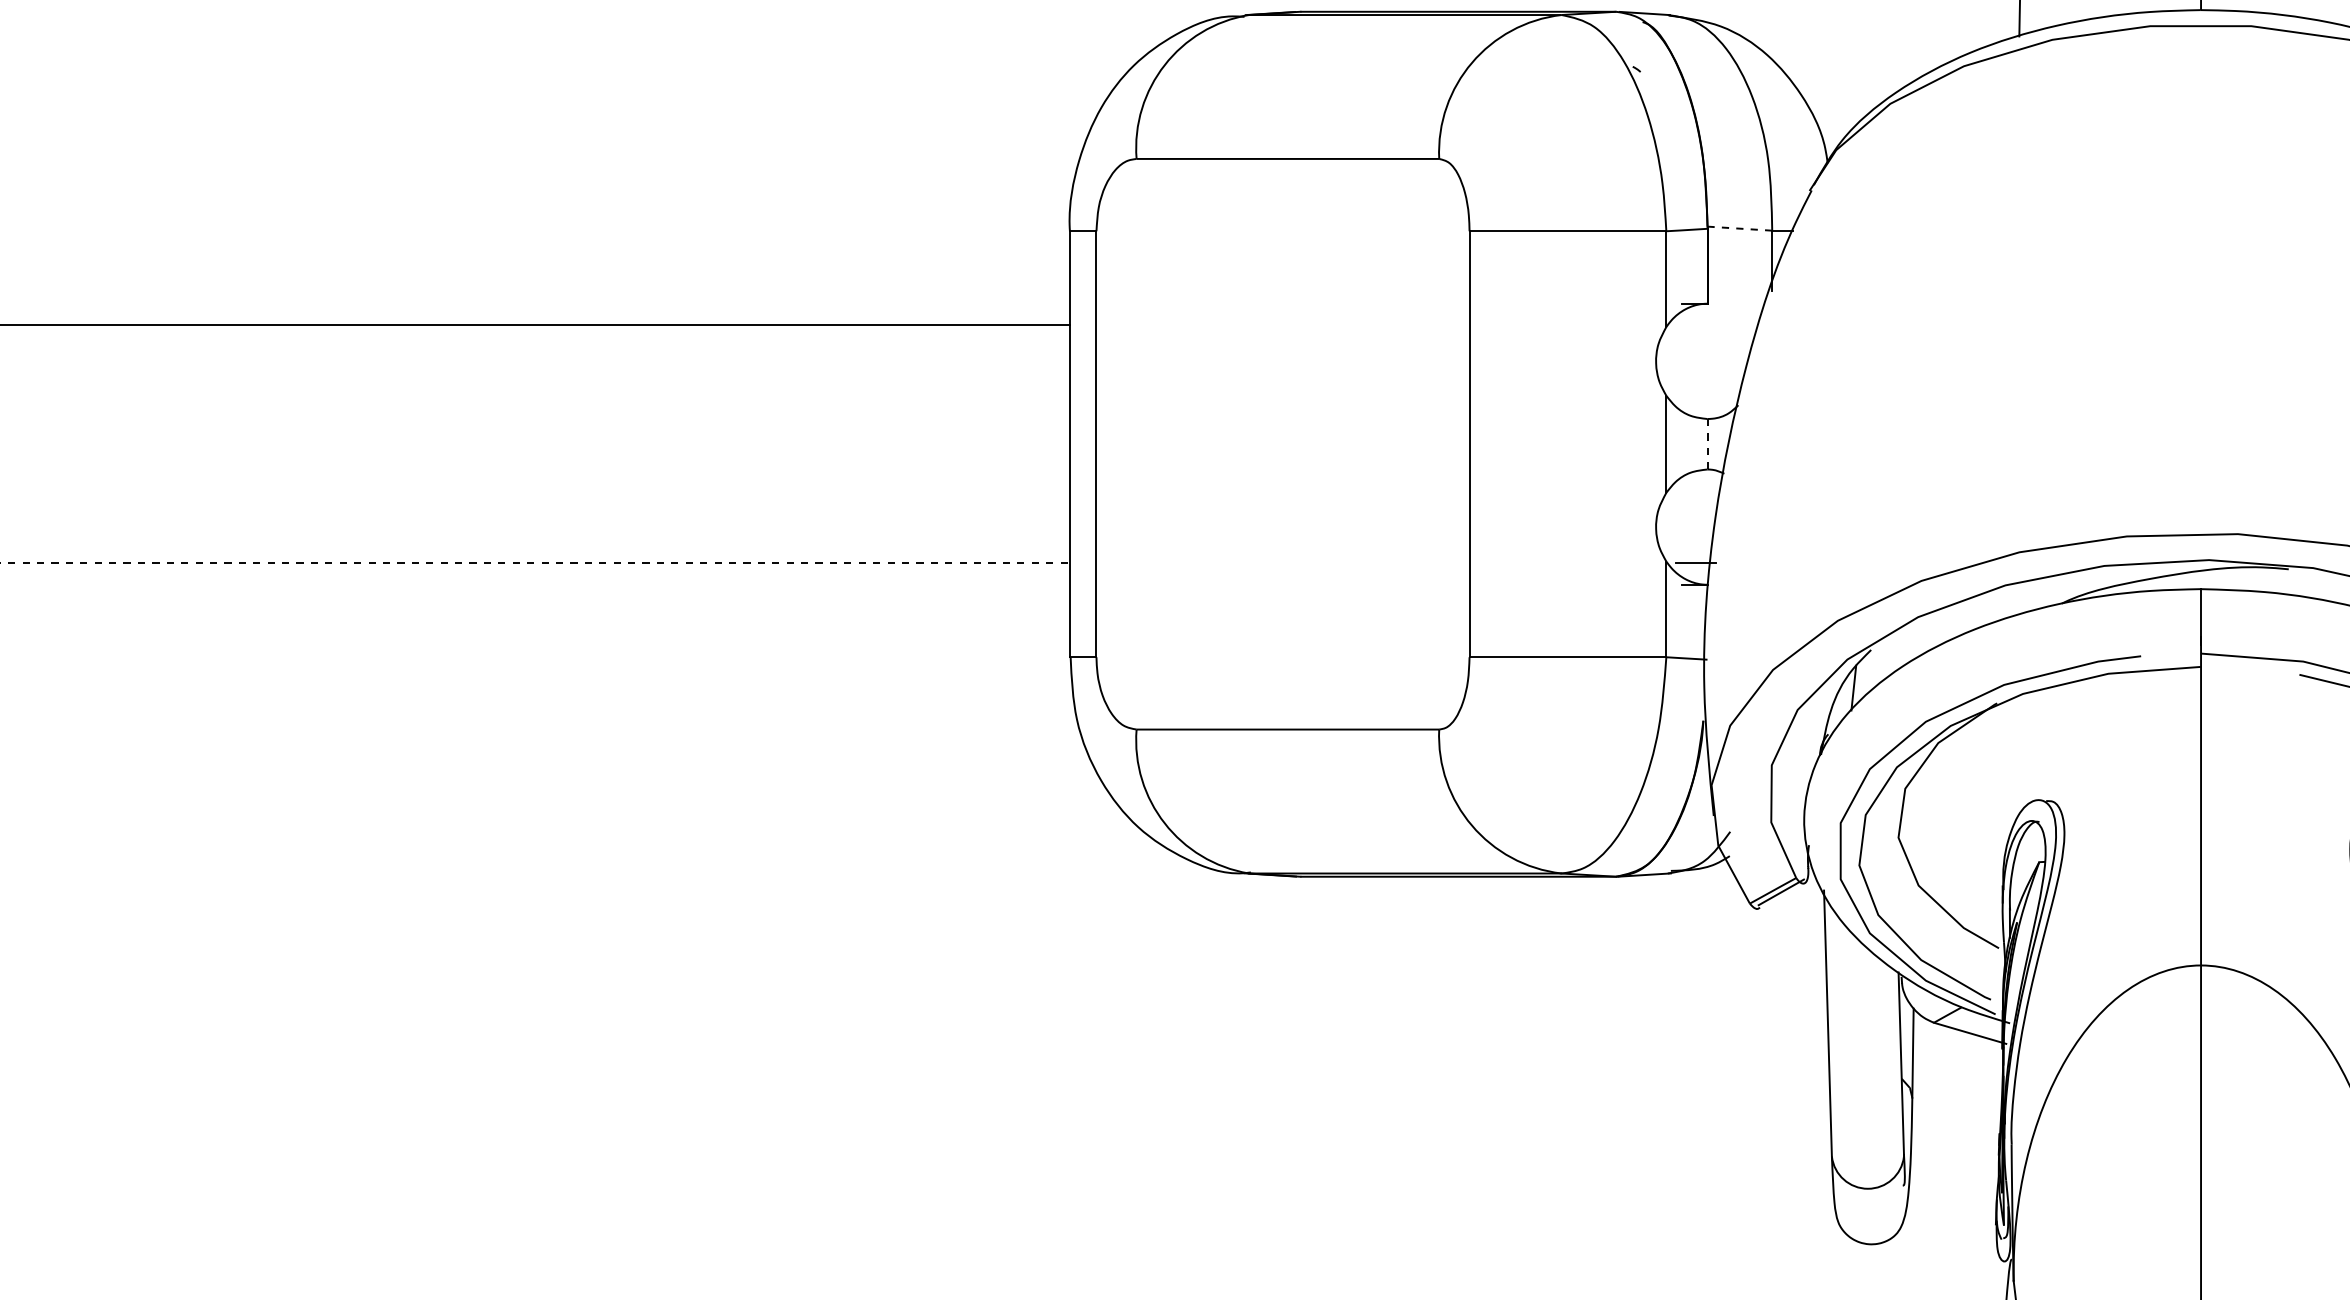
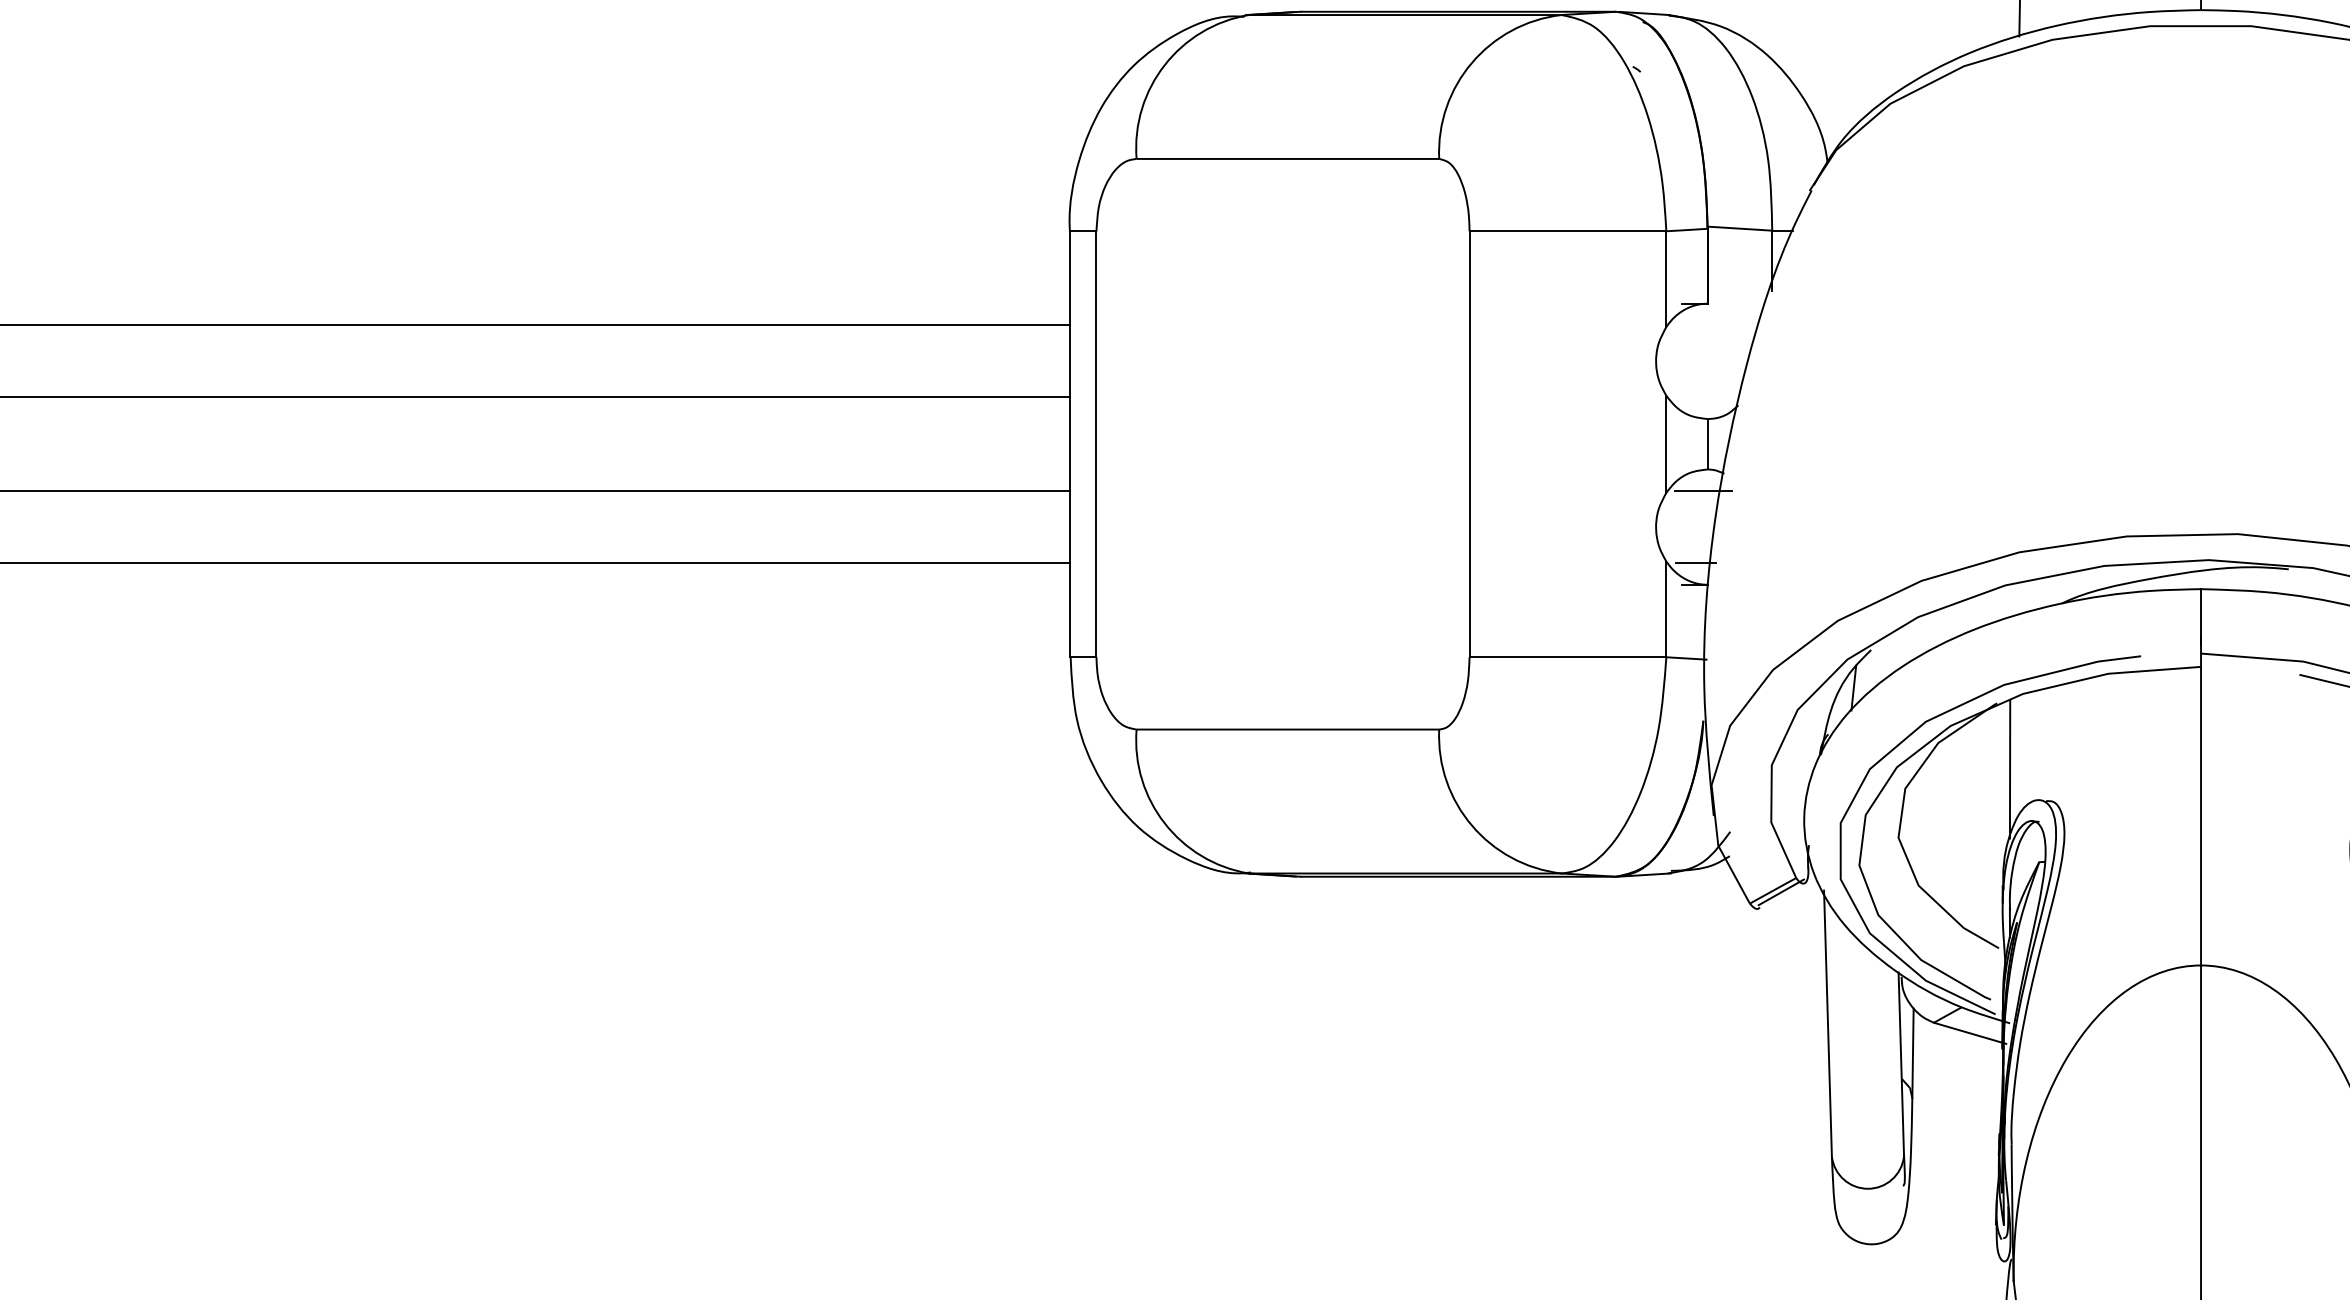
line at (1739, 228): dashed -> solid
line at (535, 397): none -> present
line at (1707, 444): dashed -> solid
line at (535, 491): none -> present
line at (1703, 491): none -> present
line at (535, 563): dashed -> solid
line at (2009, 769): none -> present
